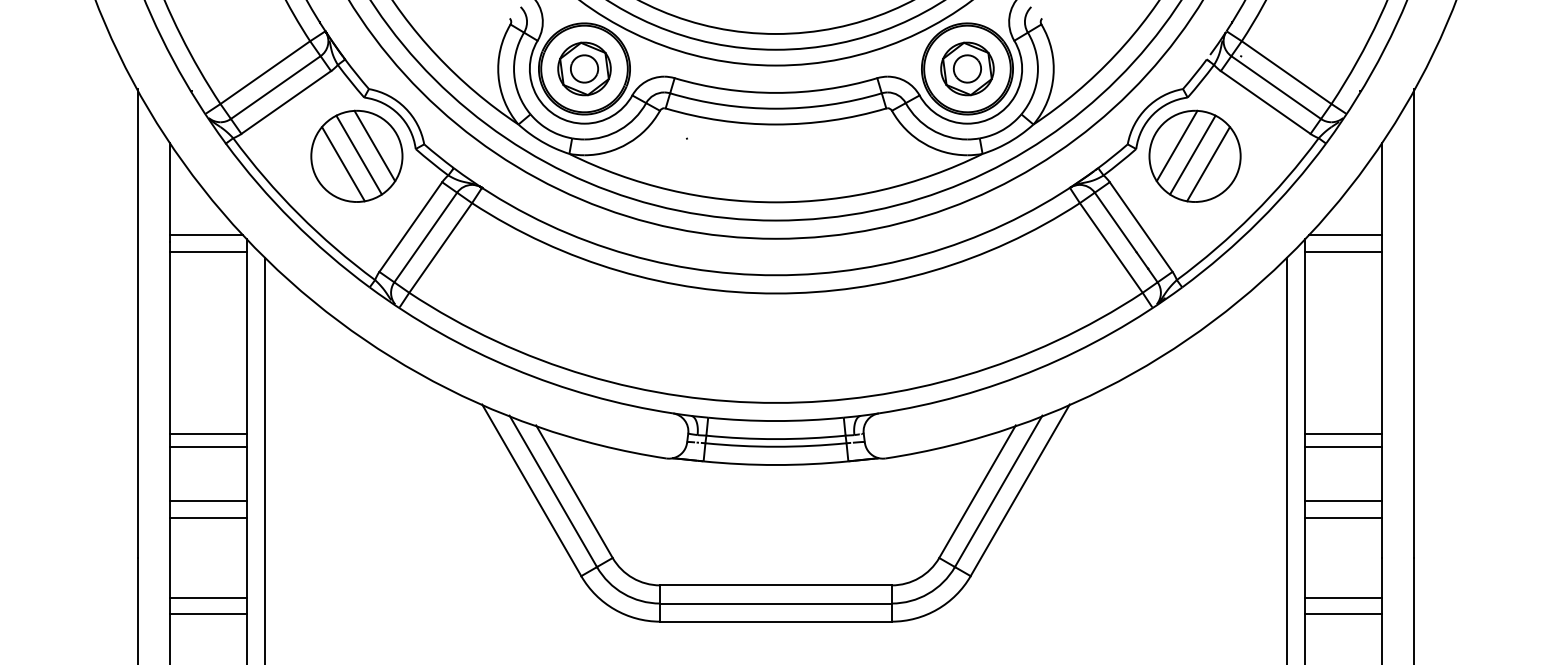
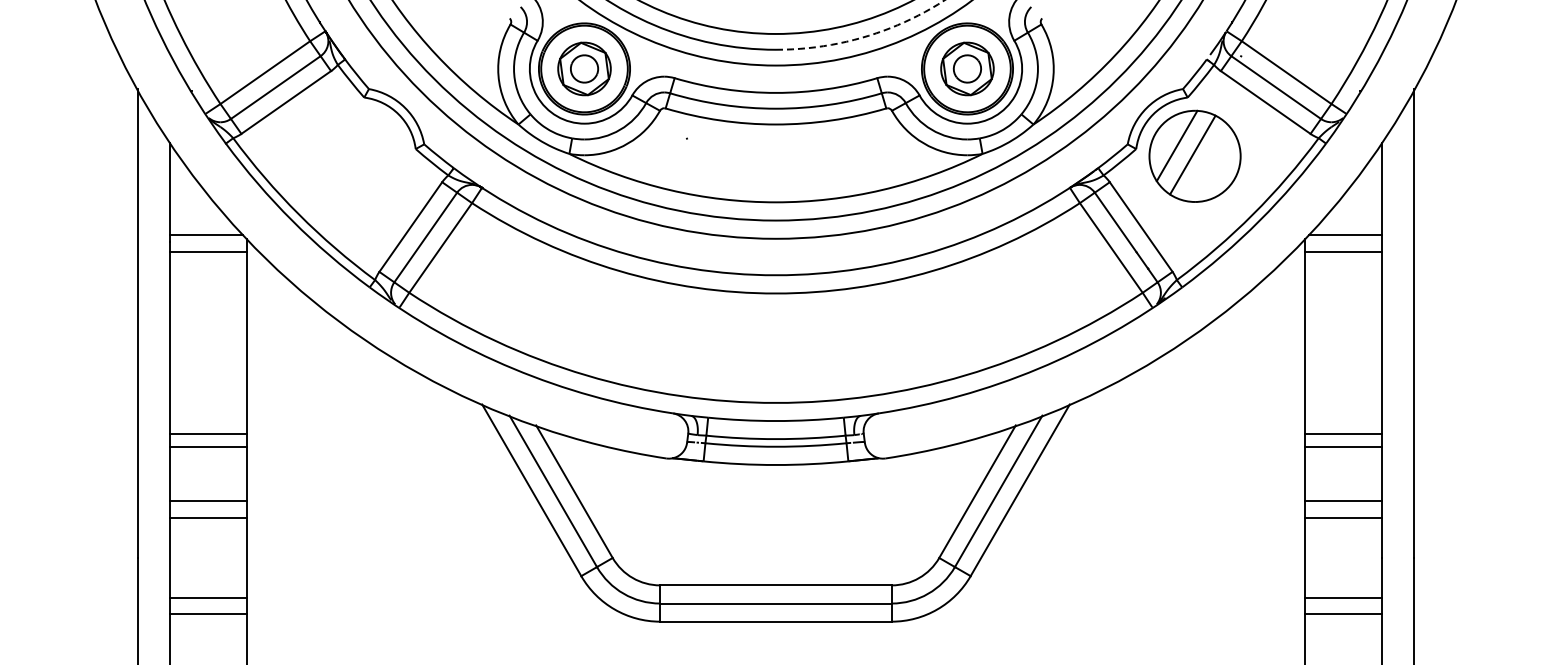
arc at (865, 36): solid -> dashed
part at (356, 155): present -> none
line at (1208, 164): present -> none
line at (265, 459): present -> none
line at (1286, 459): present -> none
